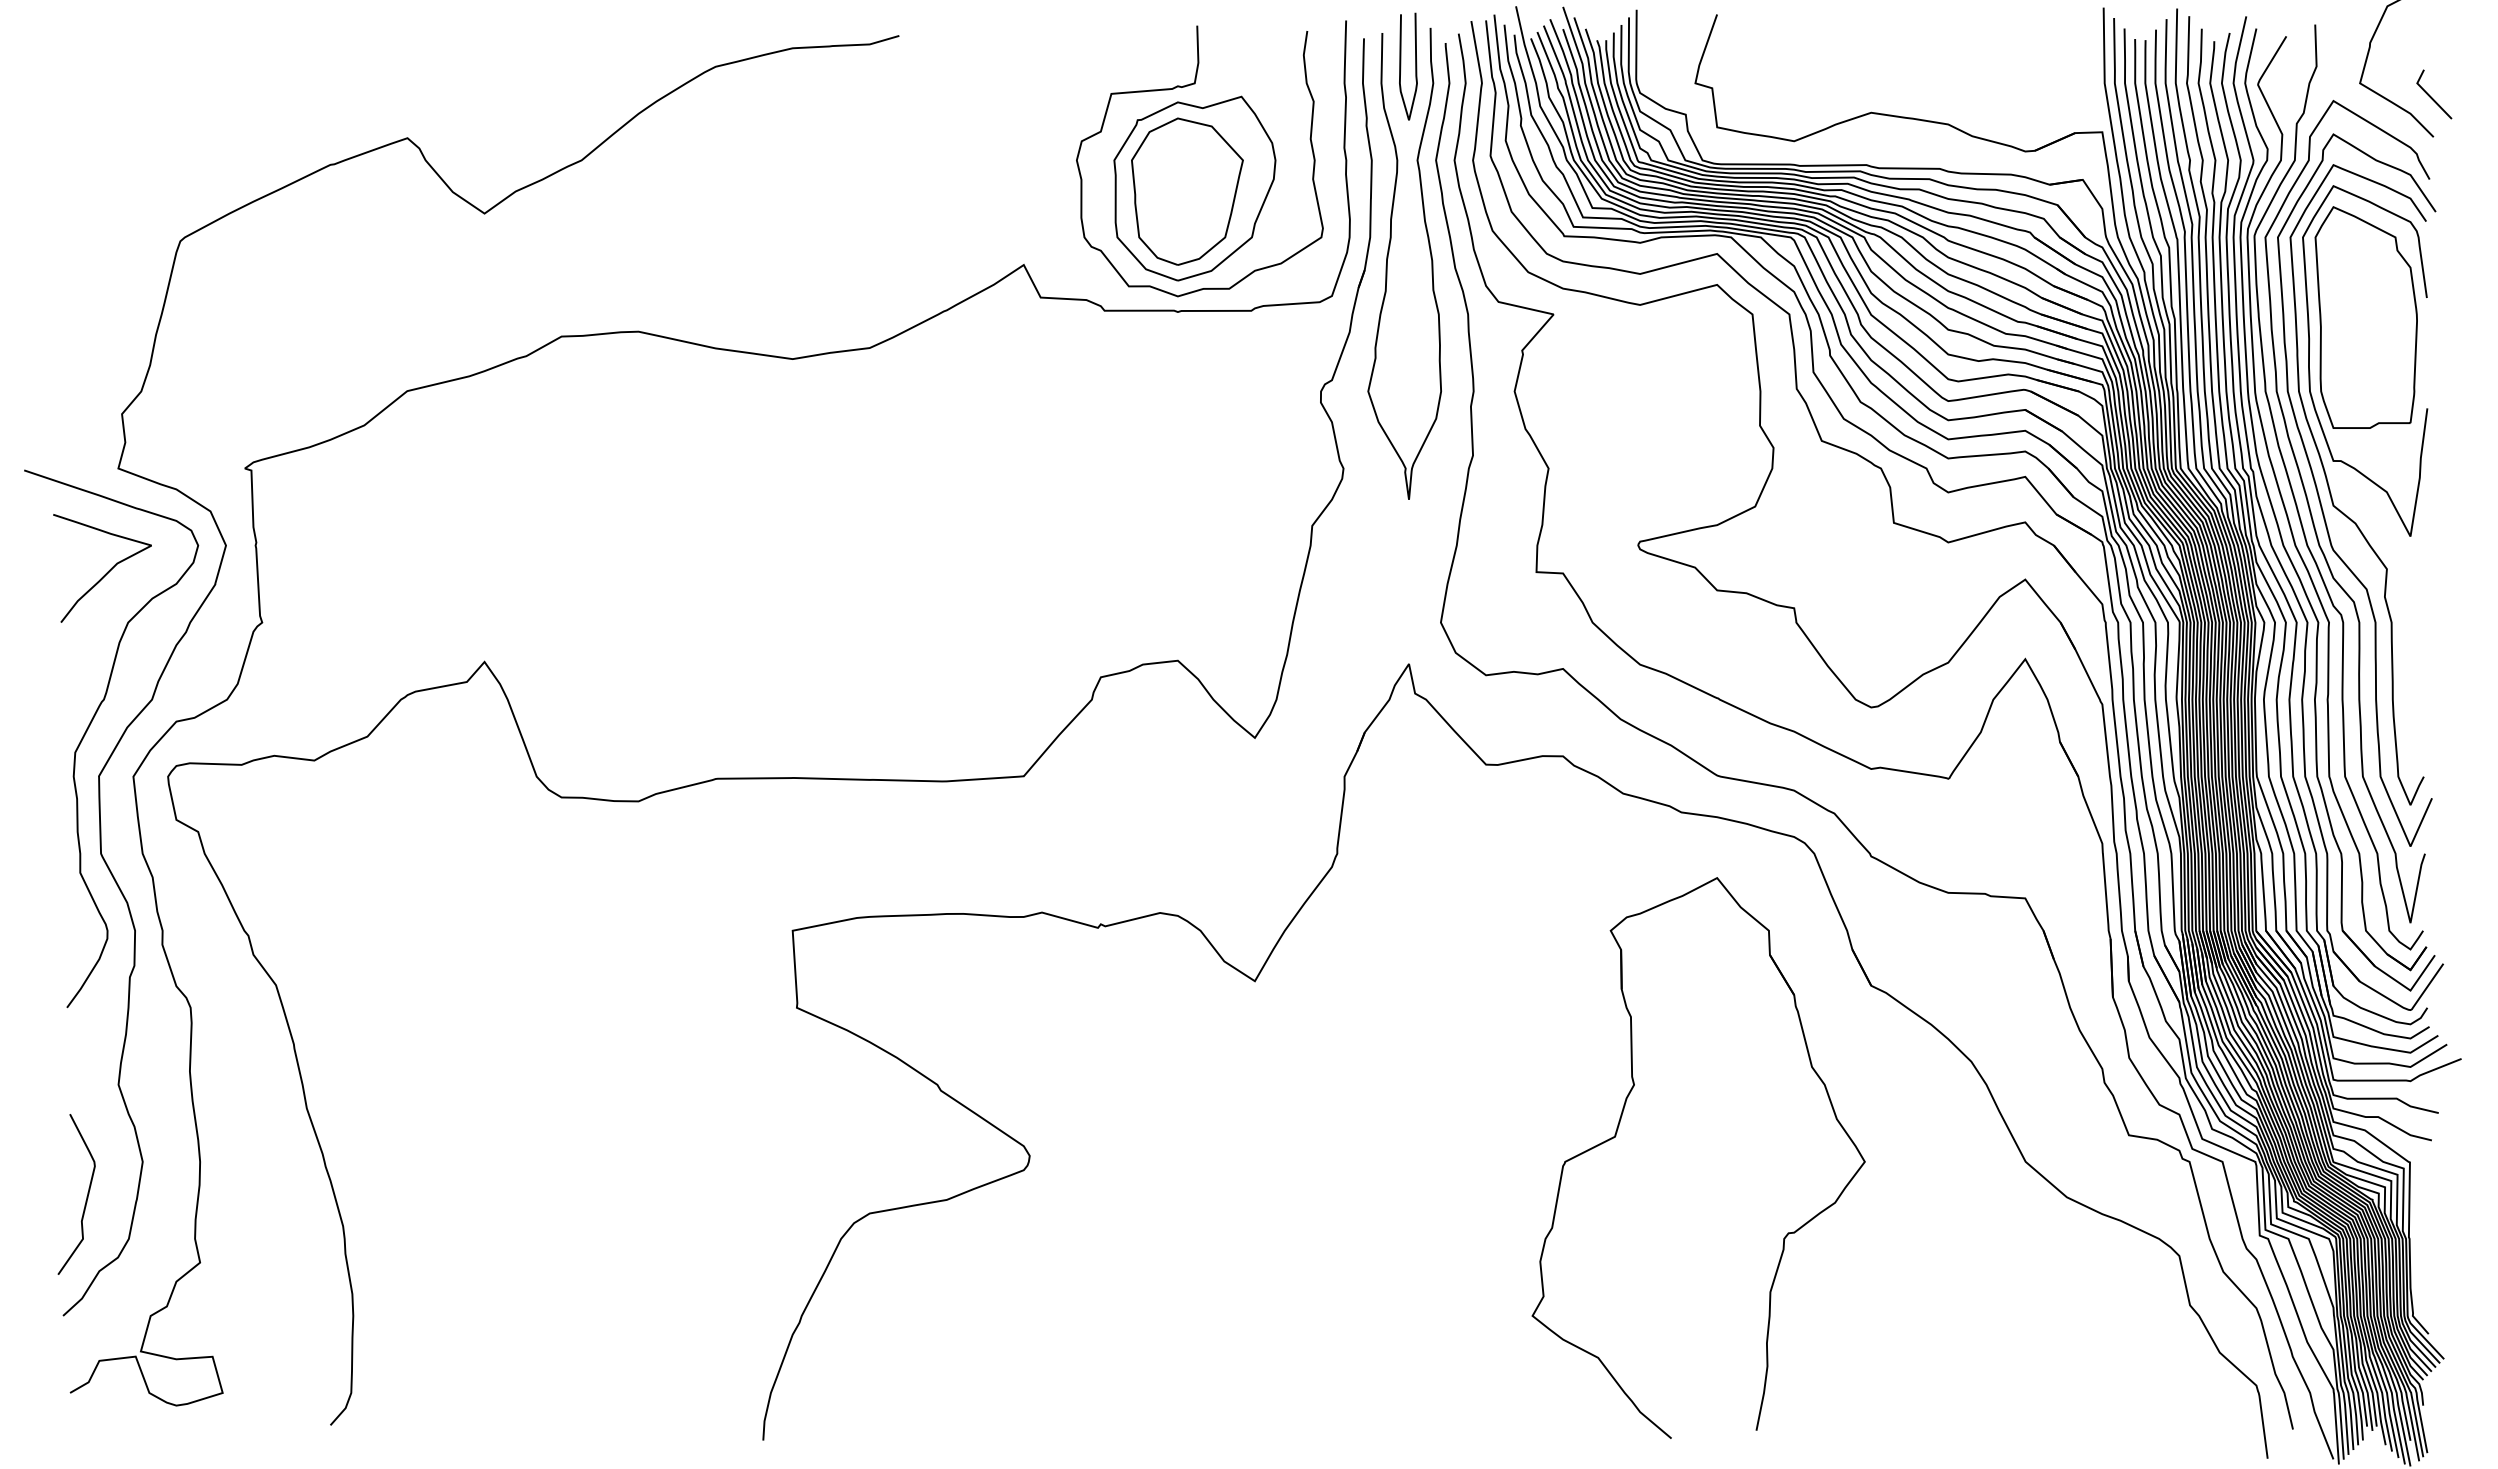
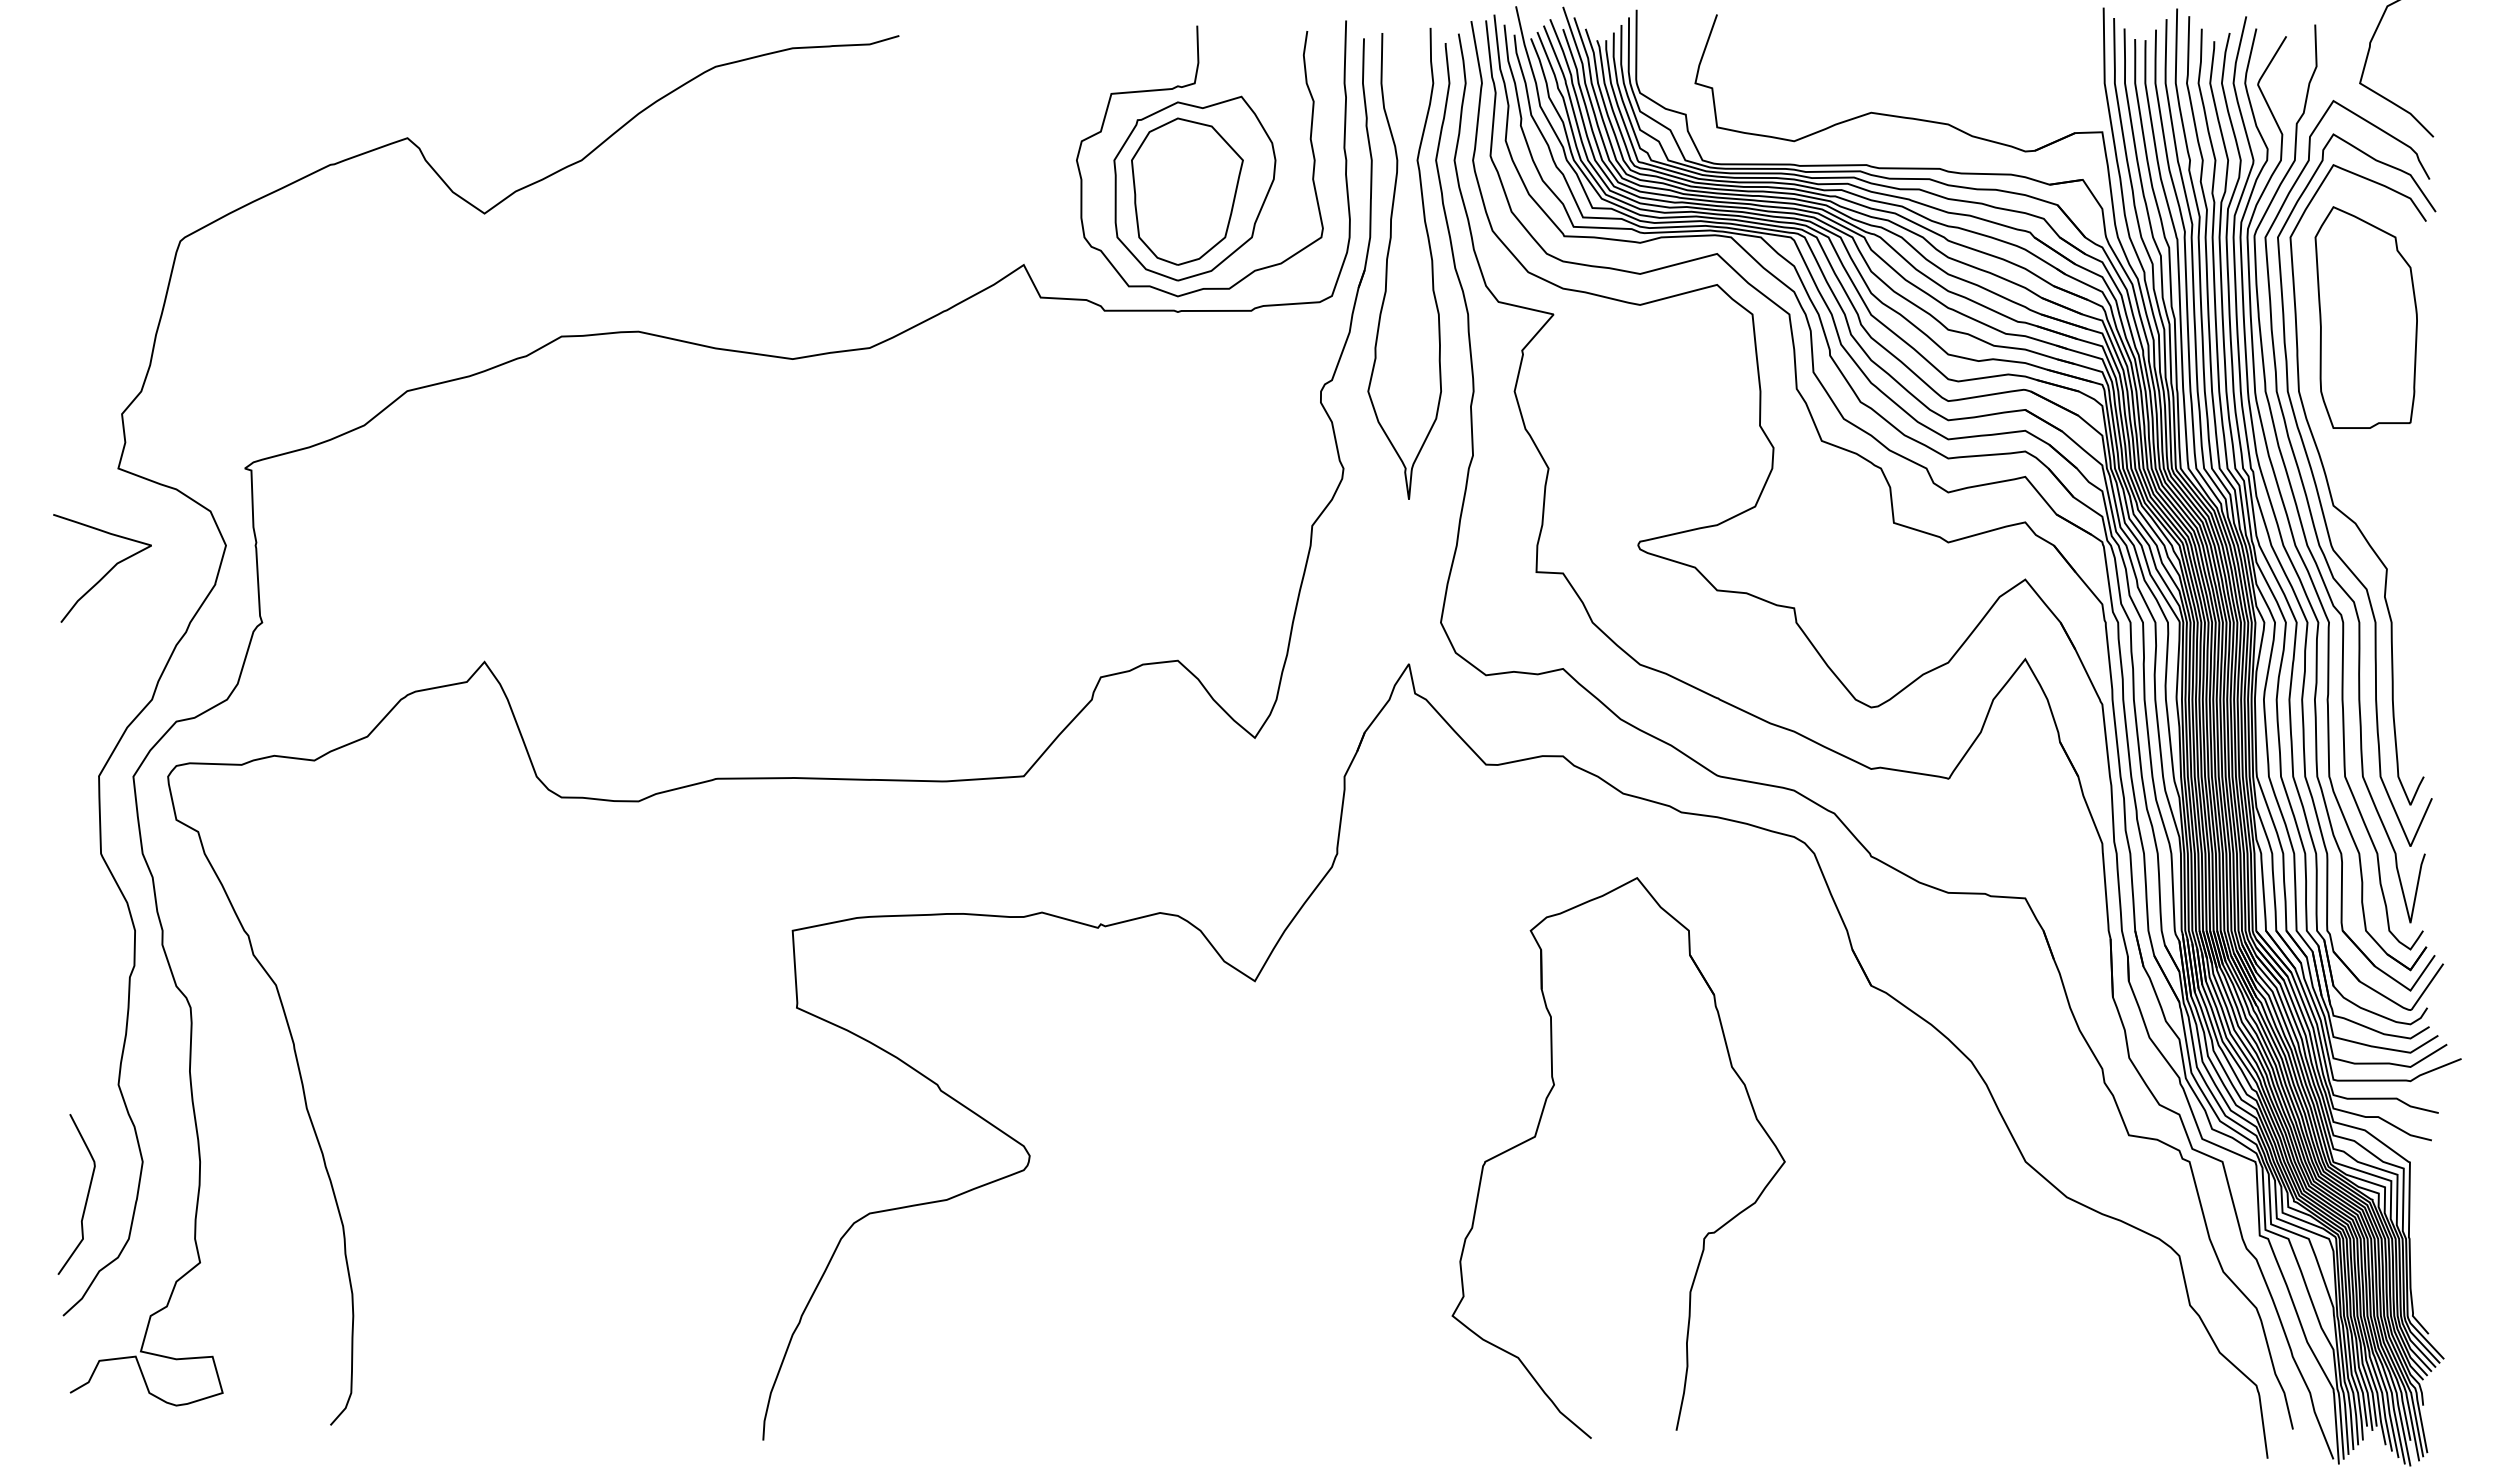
curve at (1401, 66): present -> none
line at (2431, 96): present -> none
curve at (2309, 360): present -> none
curve at (89, 727): present -> none
part at (1616, 1136) position: (1616, 1136) -> (1536, 1136)
